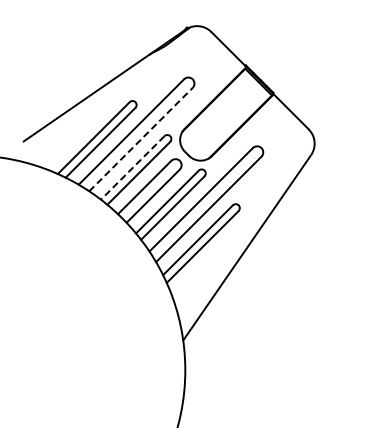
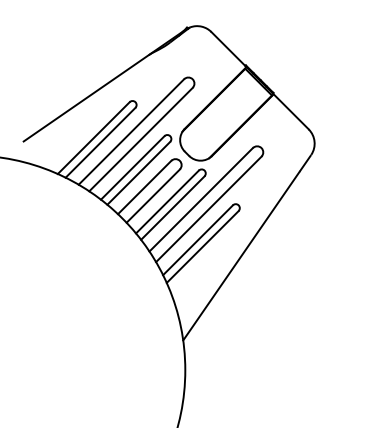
line at (141, 139): dashed -> solid
line at (132, 167): dashed -> solid
